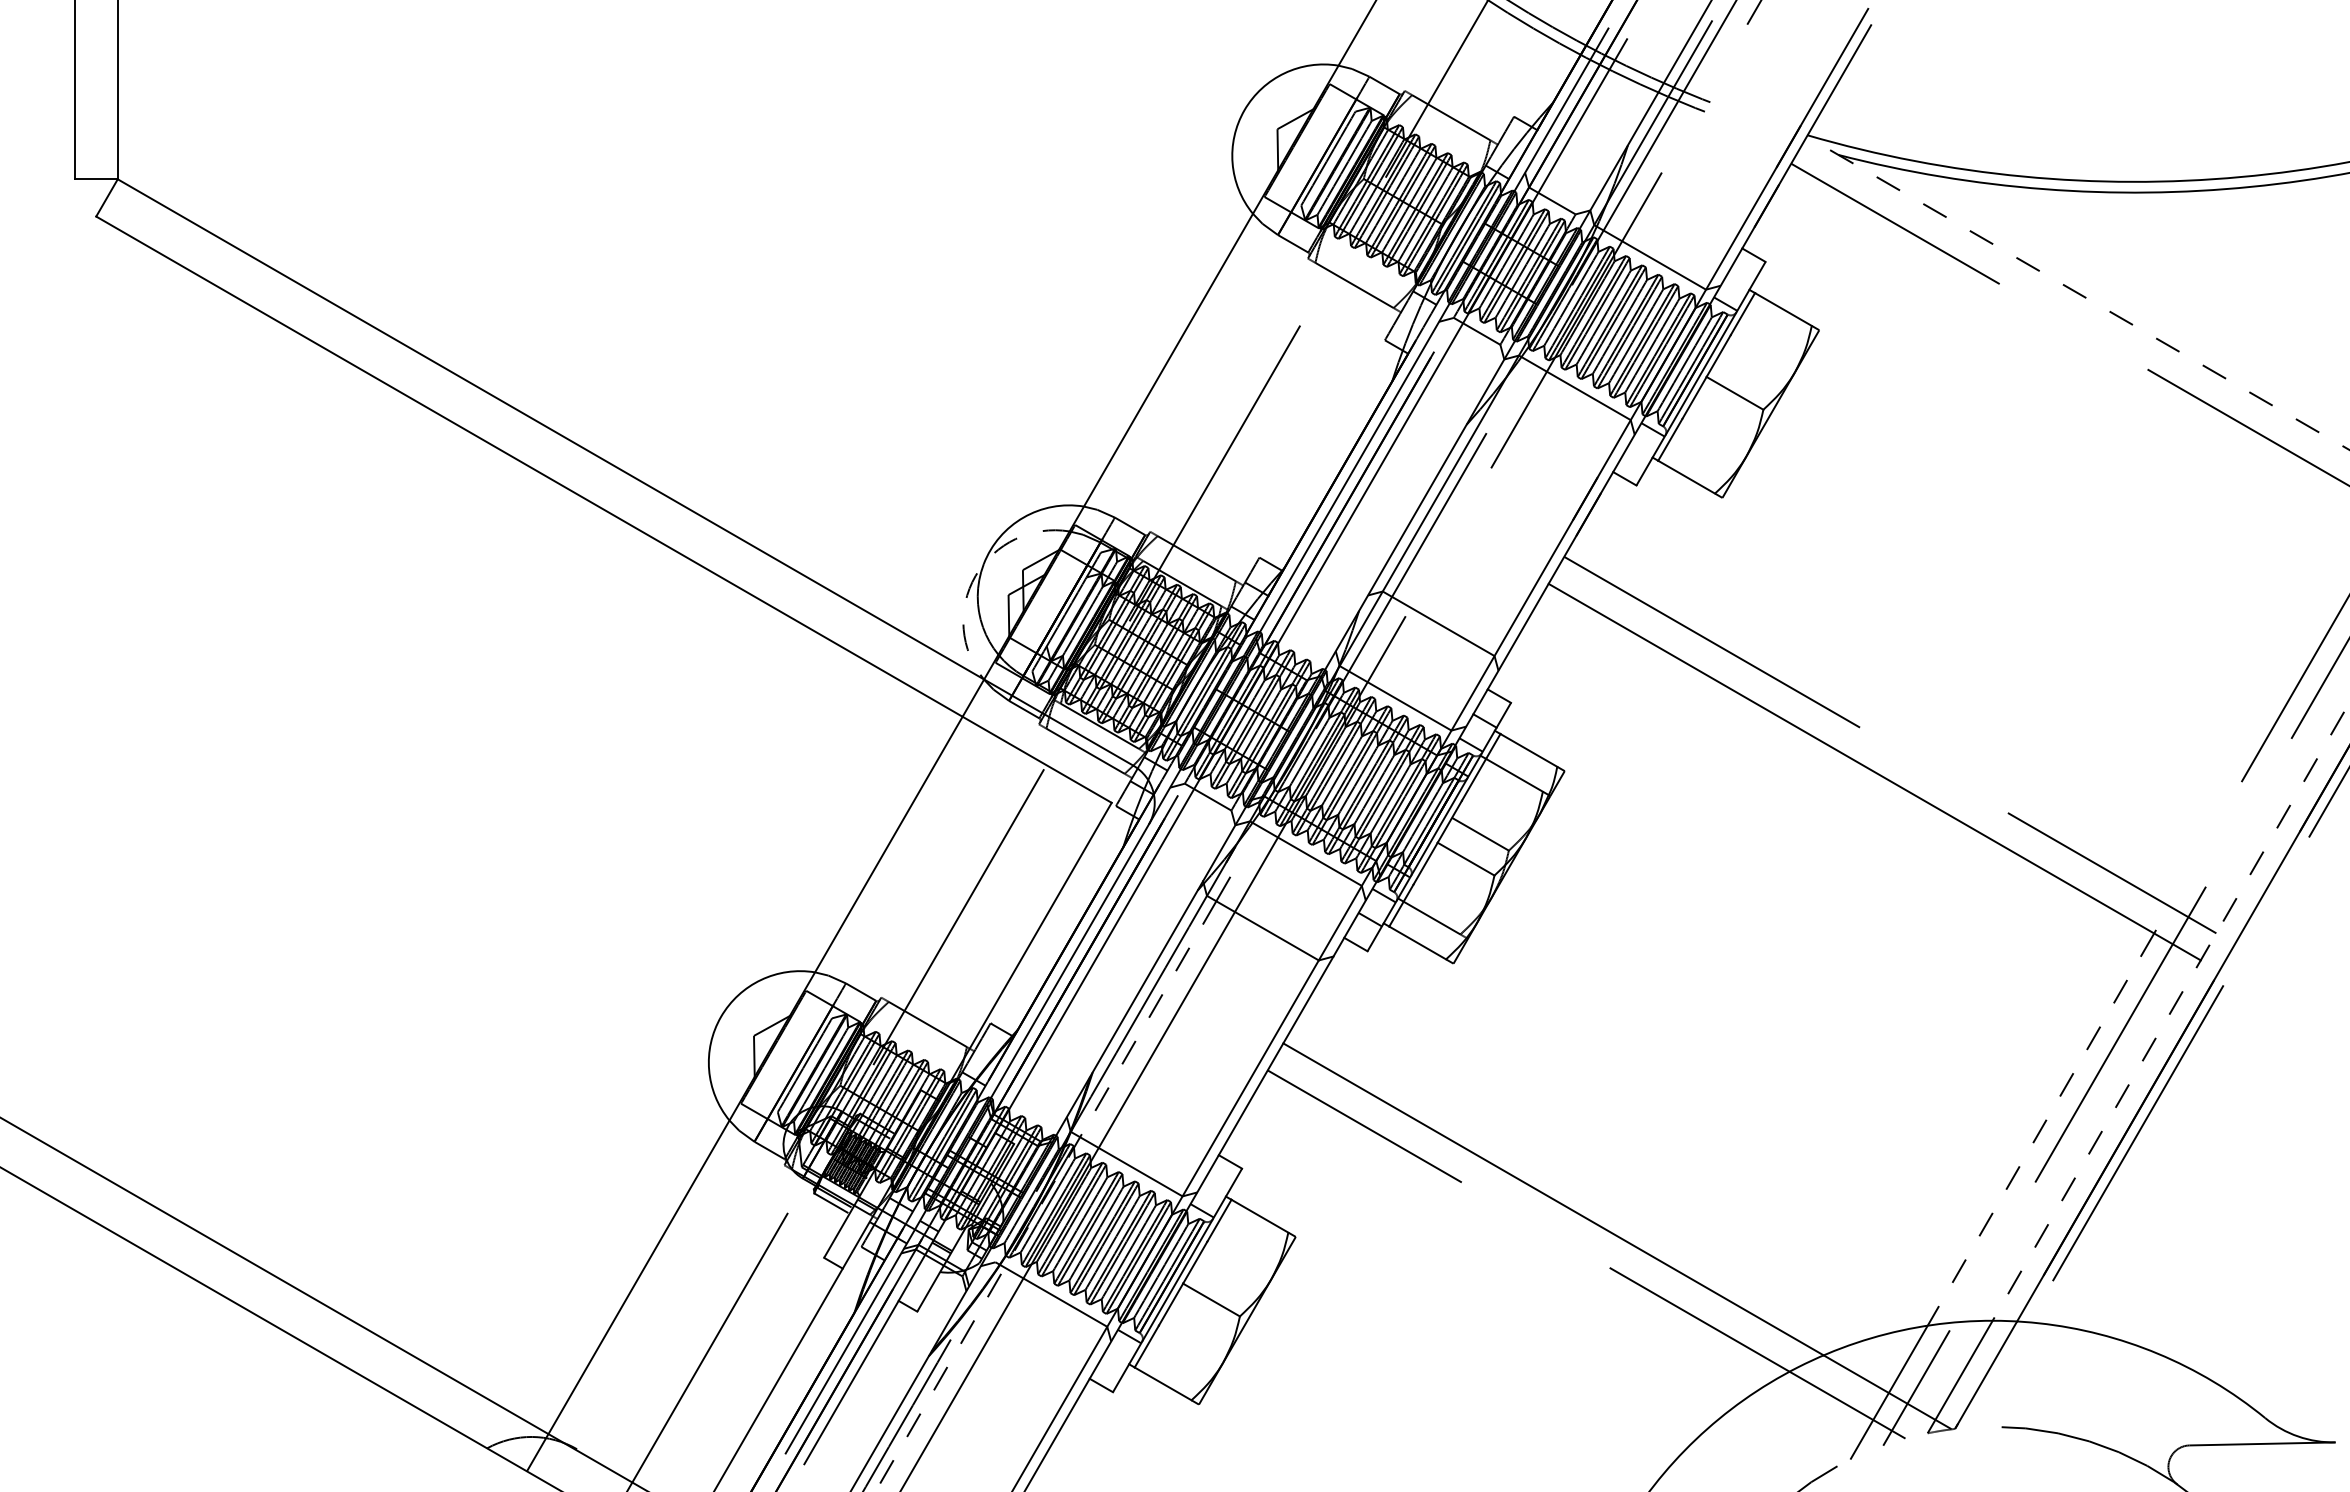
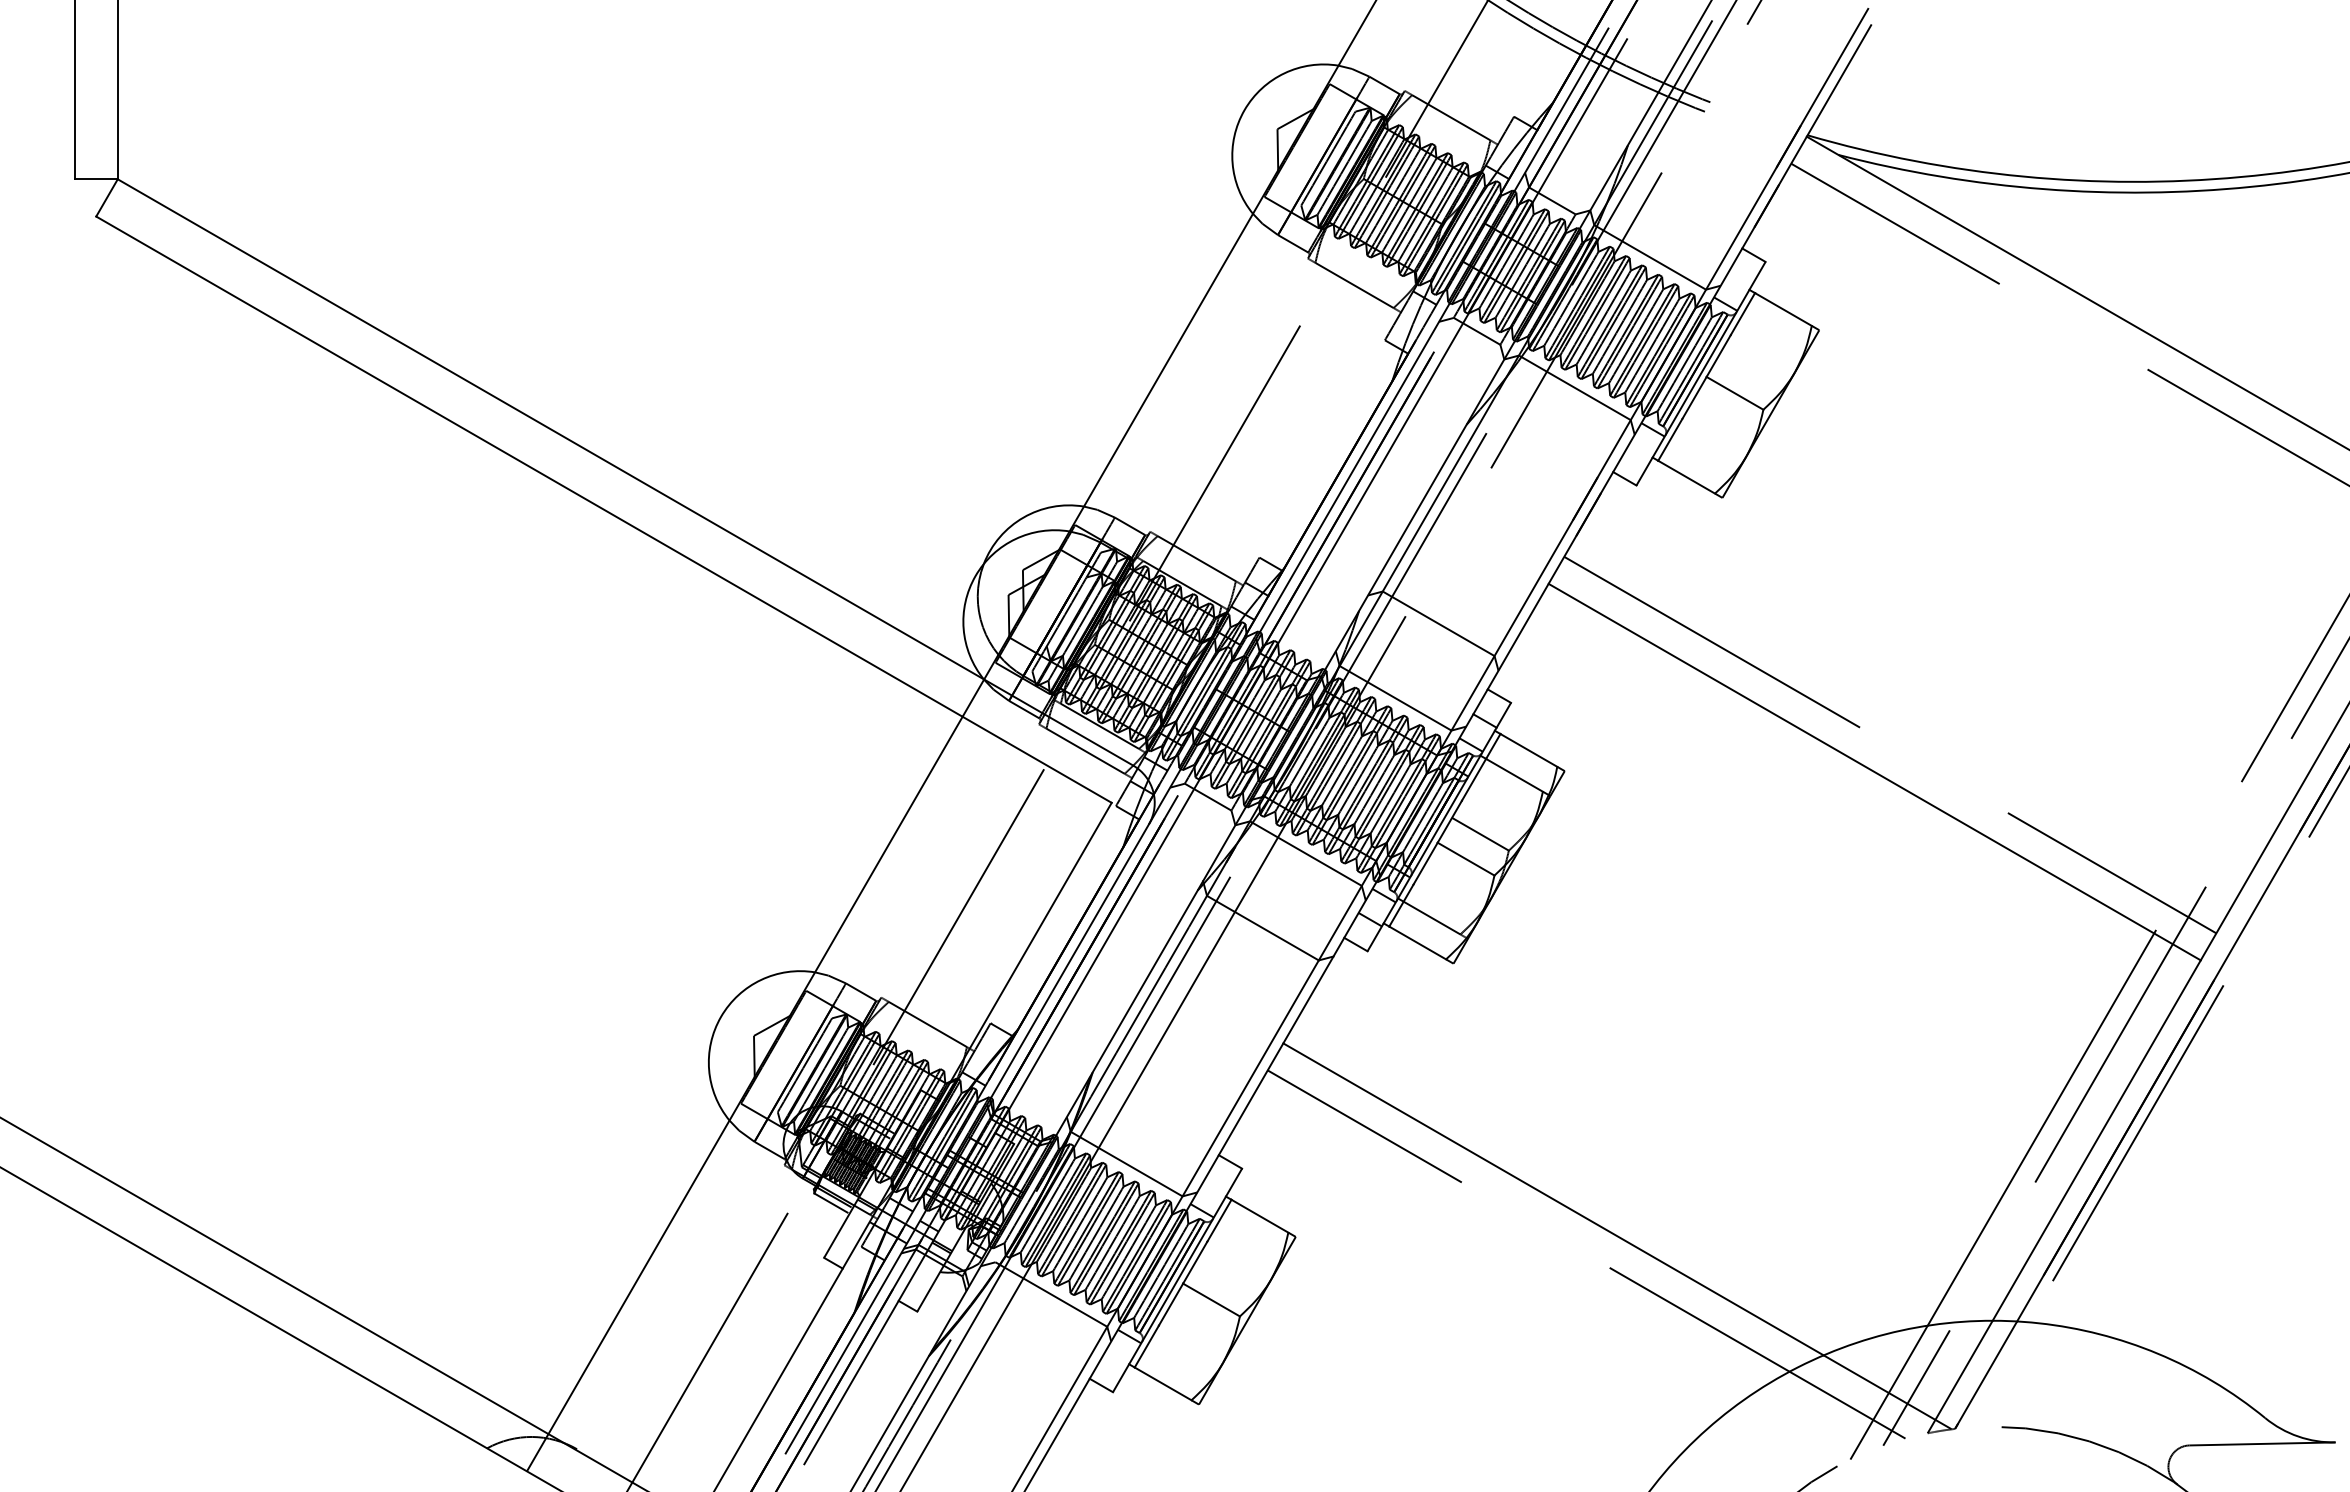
line at (2078, 293): dashed -> solid
arc at (975, 575): dashed -> solid
line at (2171, 1011): dashed -> solid
line at (2040, 1130): dashed -> solid
line at (1045, 1197): dashed -> solid
